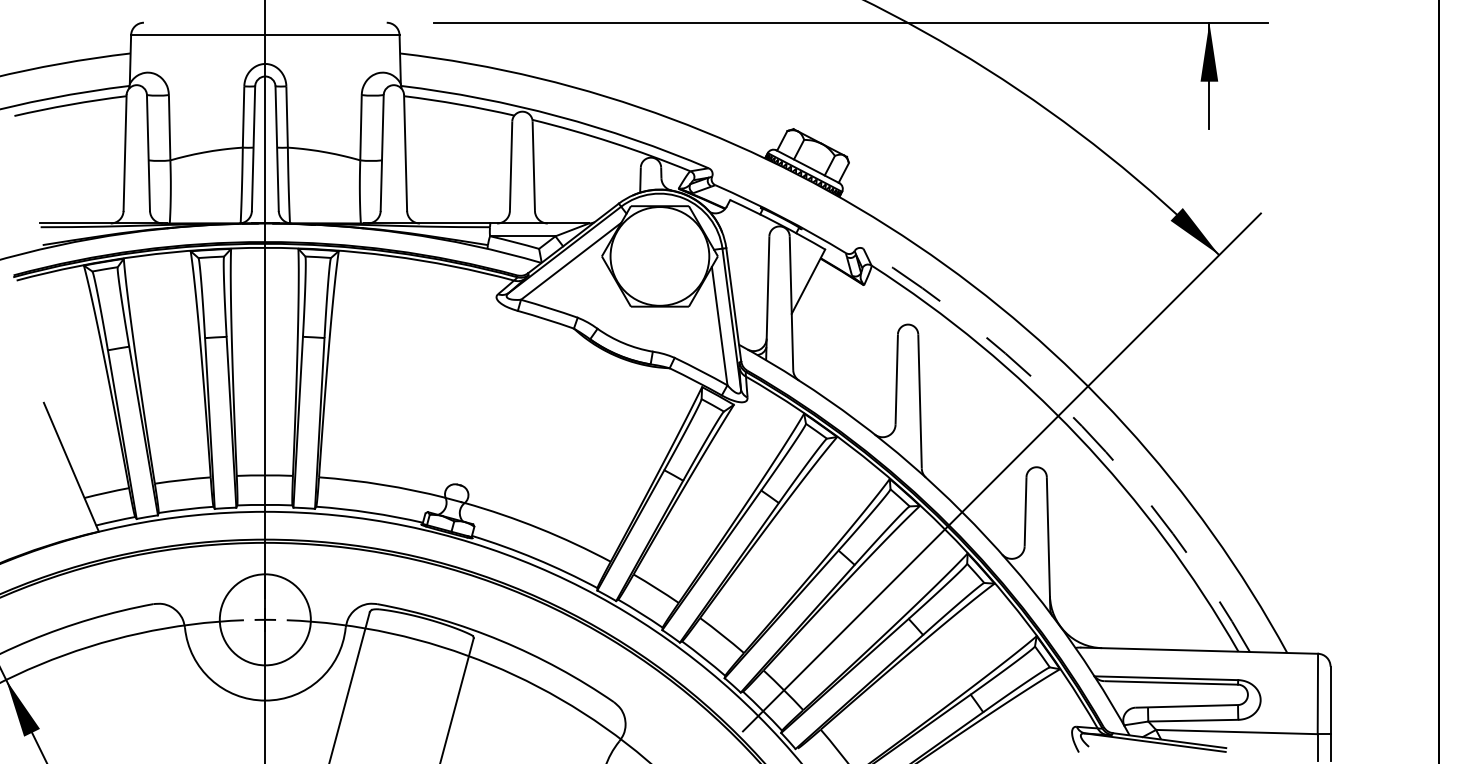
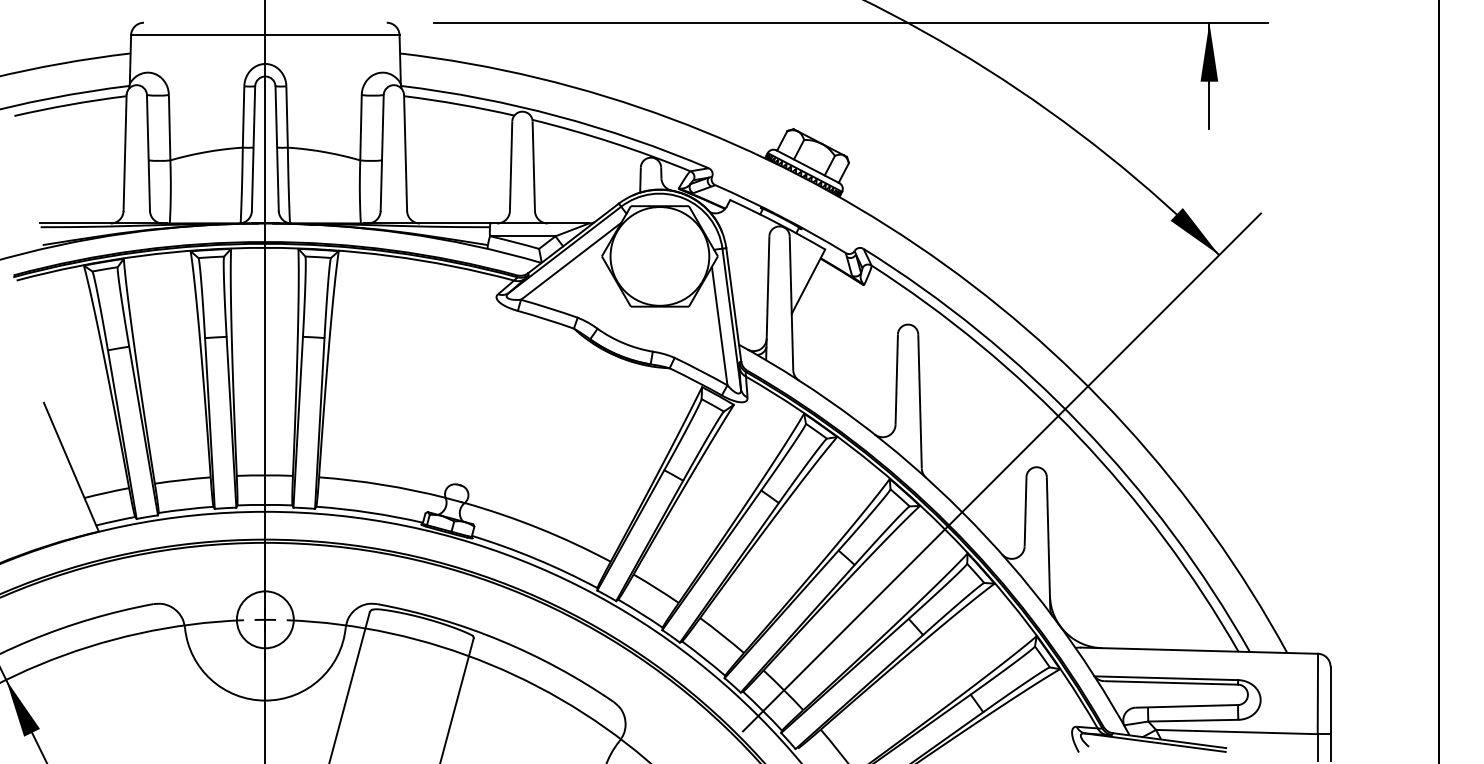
arc at (1082, 426): dashed -> solid
circle at (264, 619) diameter: 91 px -> 57 px
